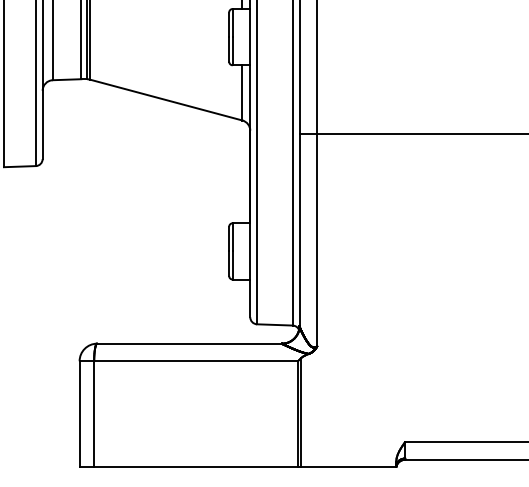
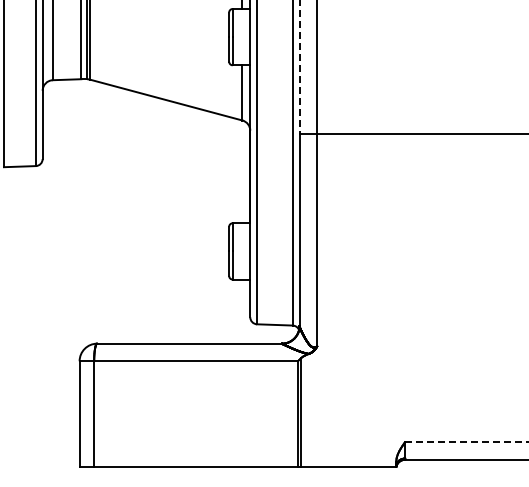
line at (299, 67): solid -> dashed
line at (467, 442): solid -> dashed
